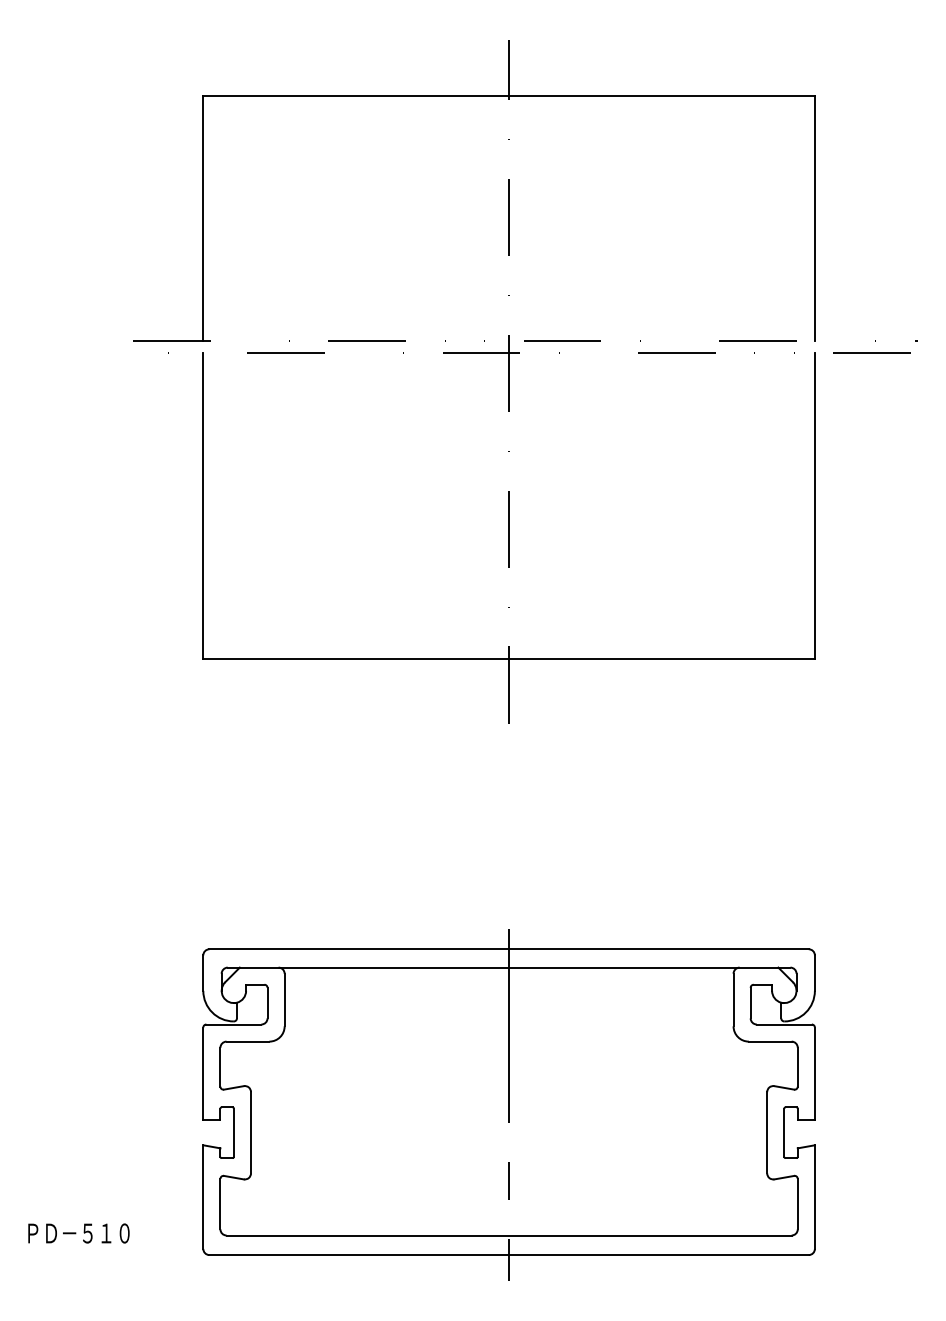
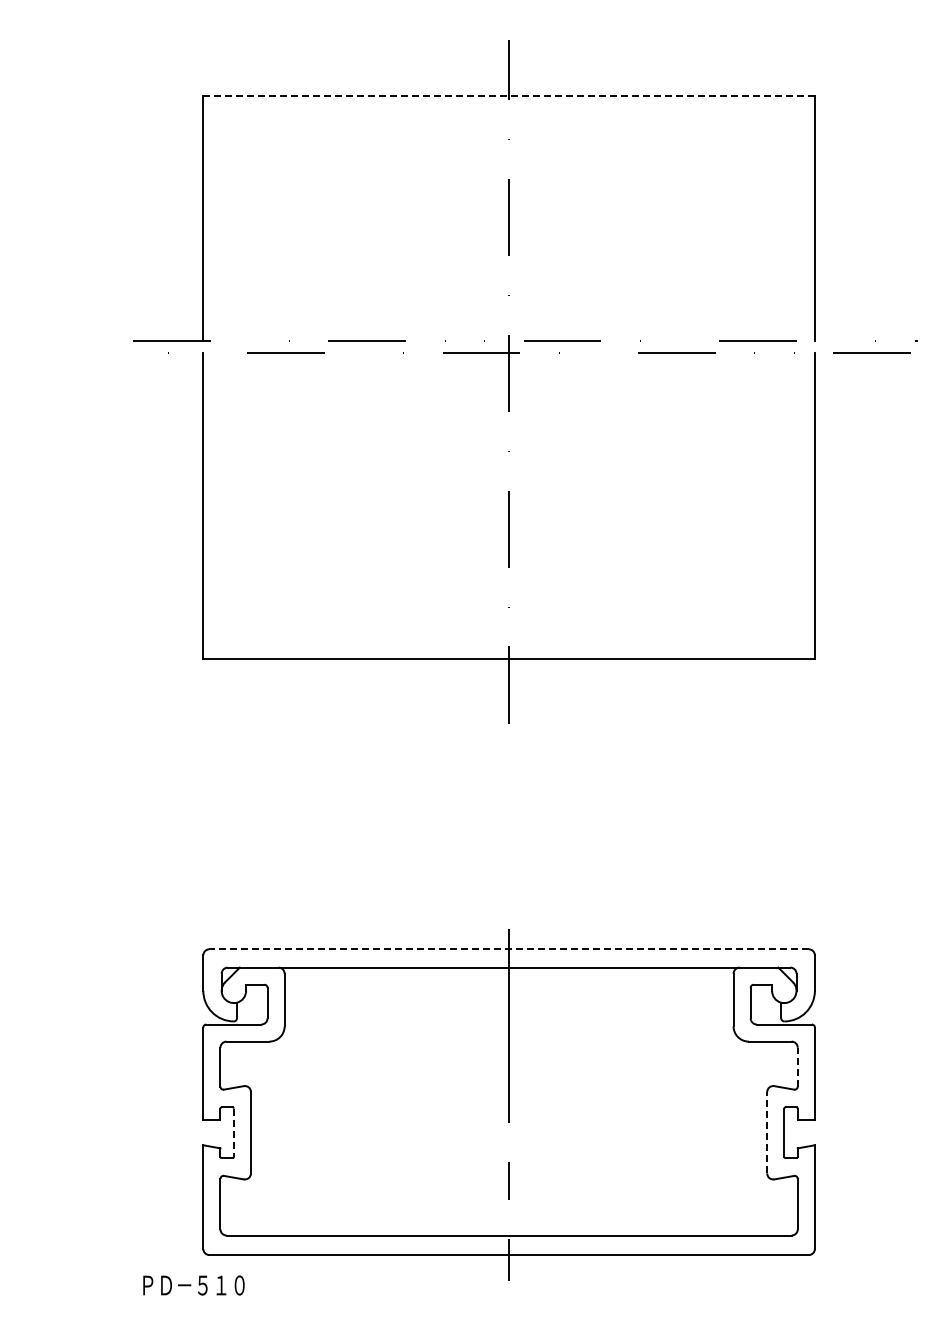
line at (509, 96): solid -> dashed
line at (509, 949): solid -> dashed
line at (797, 1066): solid -> dashed
line at (767, 1132): solid -> dashed
line at (233, 1133): solid -> dashed
text at (78, 1233) position: (78, 1233) -> (193, 1285)
